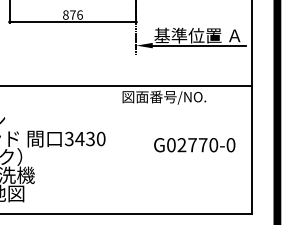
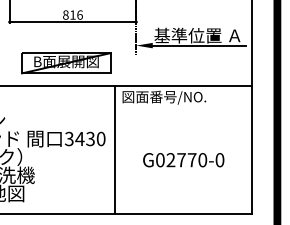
text at (72, 14): 876 -> 816
part at (66, 63): none -> present
text at (194, 145) position: (194, 145) -> (183, 160)
line at (115, 149): none -> present
